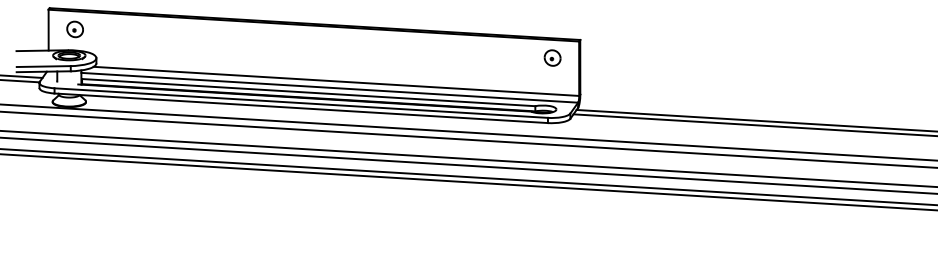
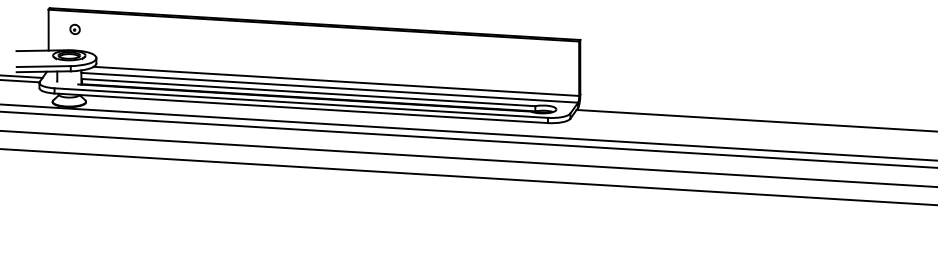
part at (74, 29) size: 18x19 px -> 12x12 px
part at (552, 57): present -> none
line at (753, 125): present -> none
line at (468, 165): present -> none
line at (468, 182): present -> none
